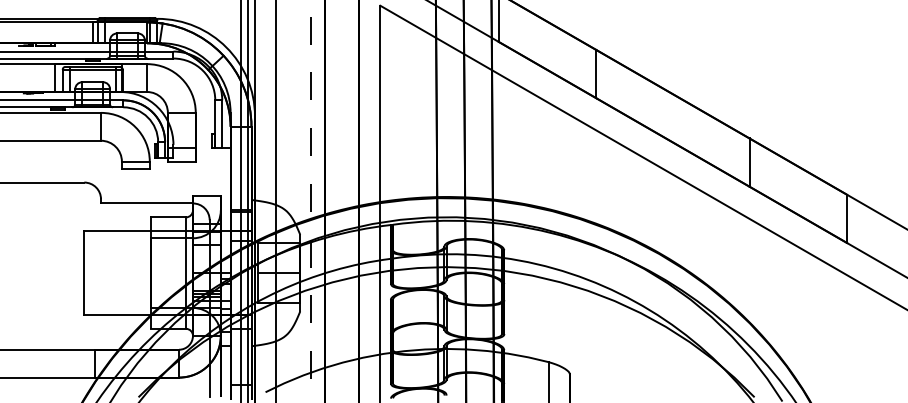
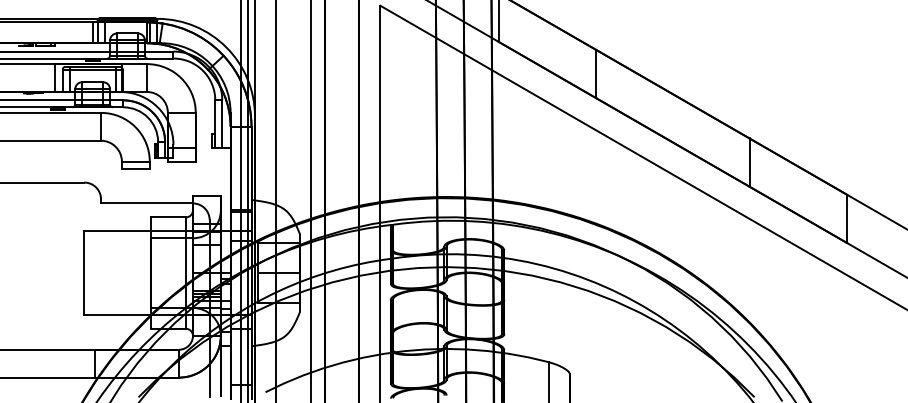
line at (310, 201): dashed -> solid
